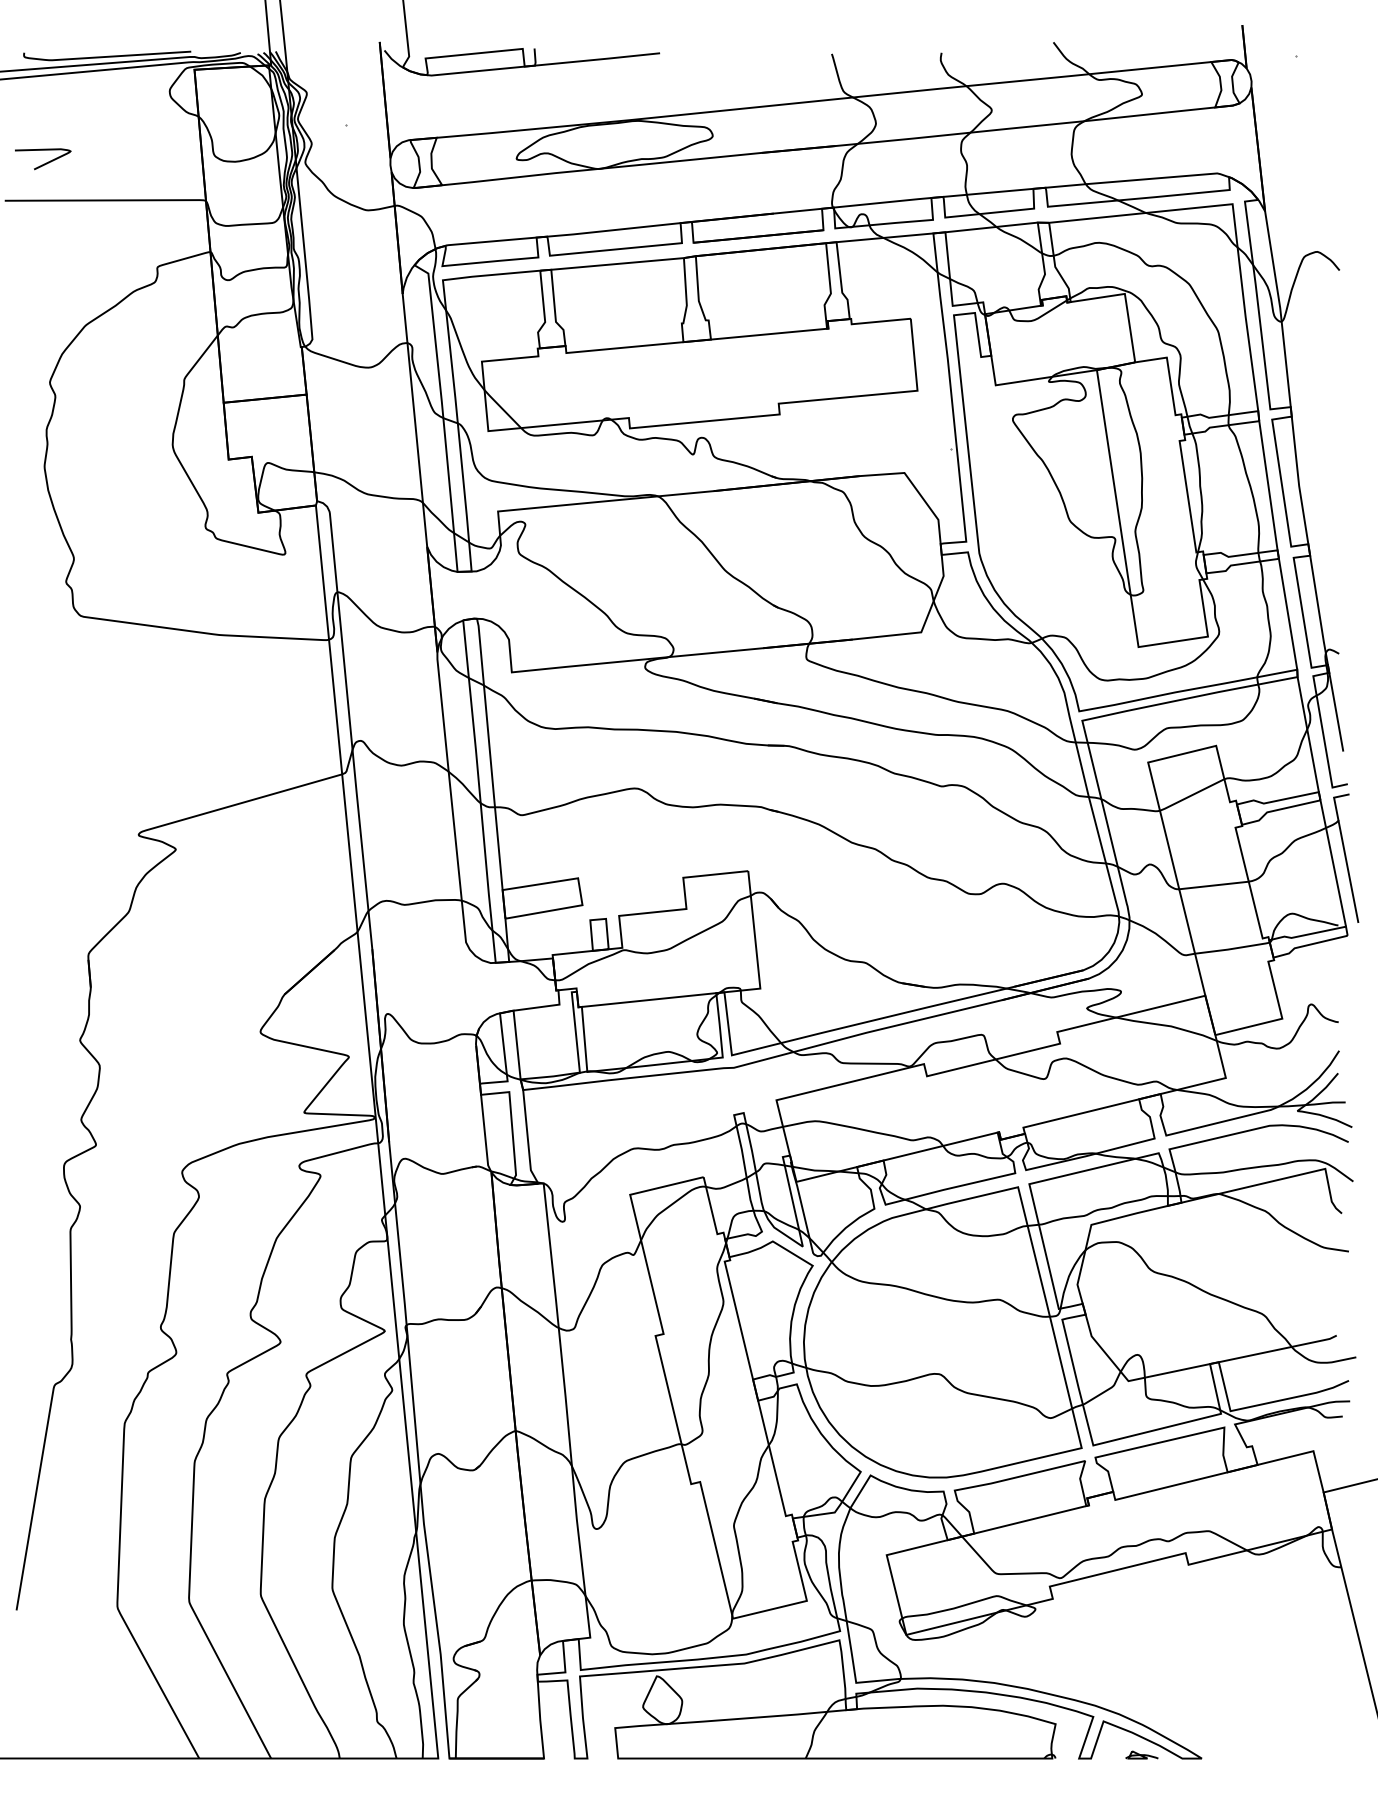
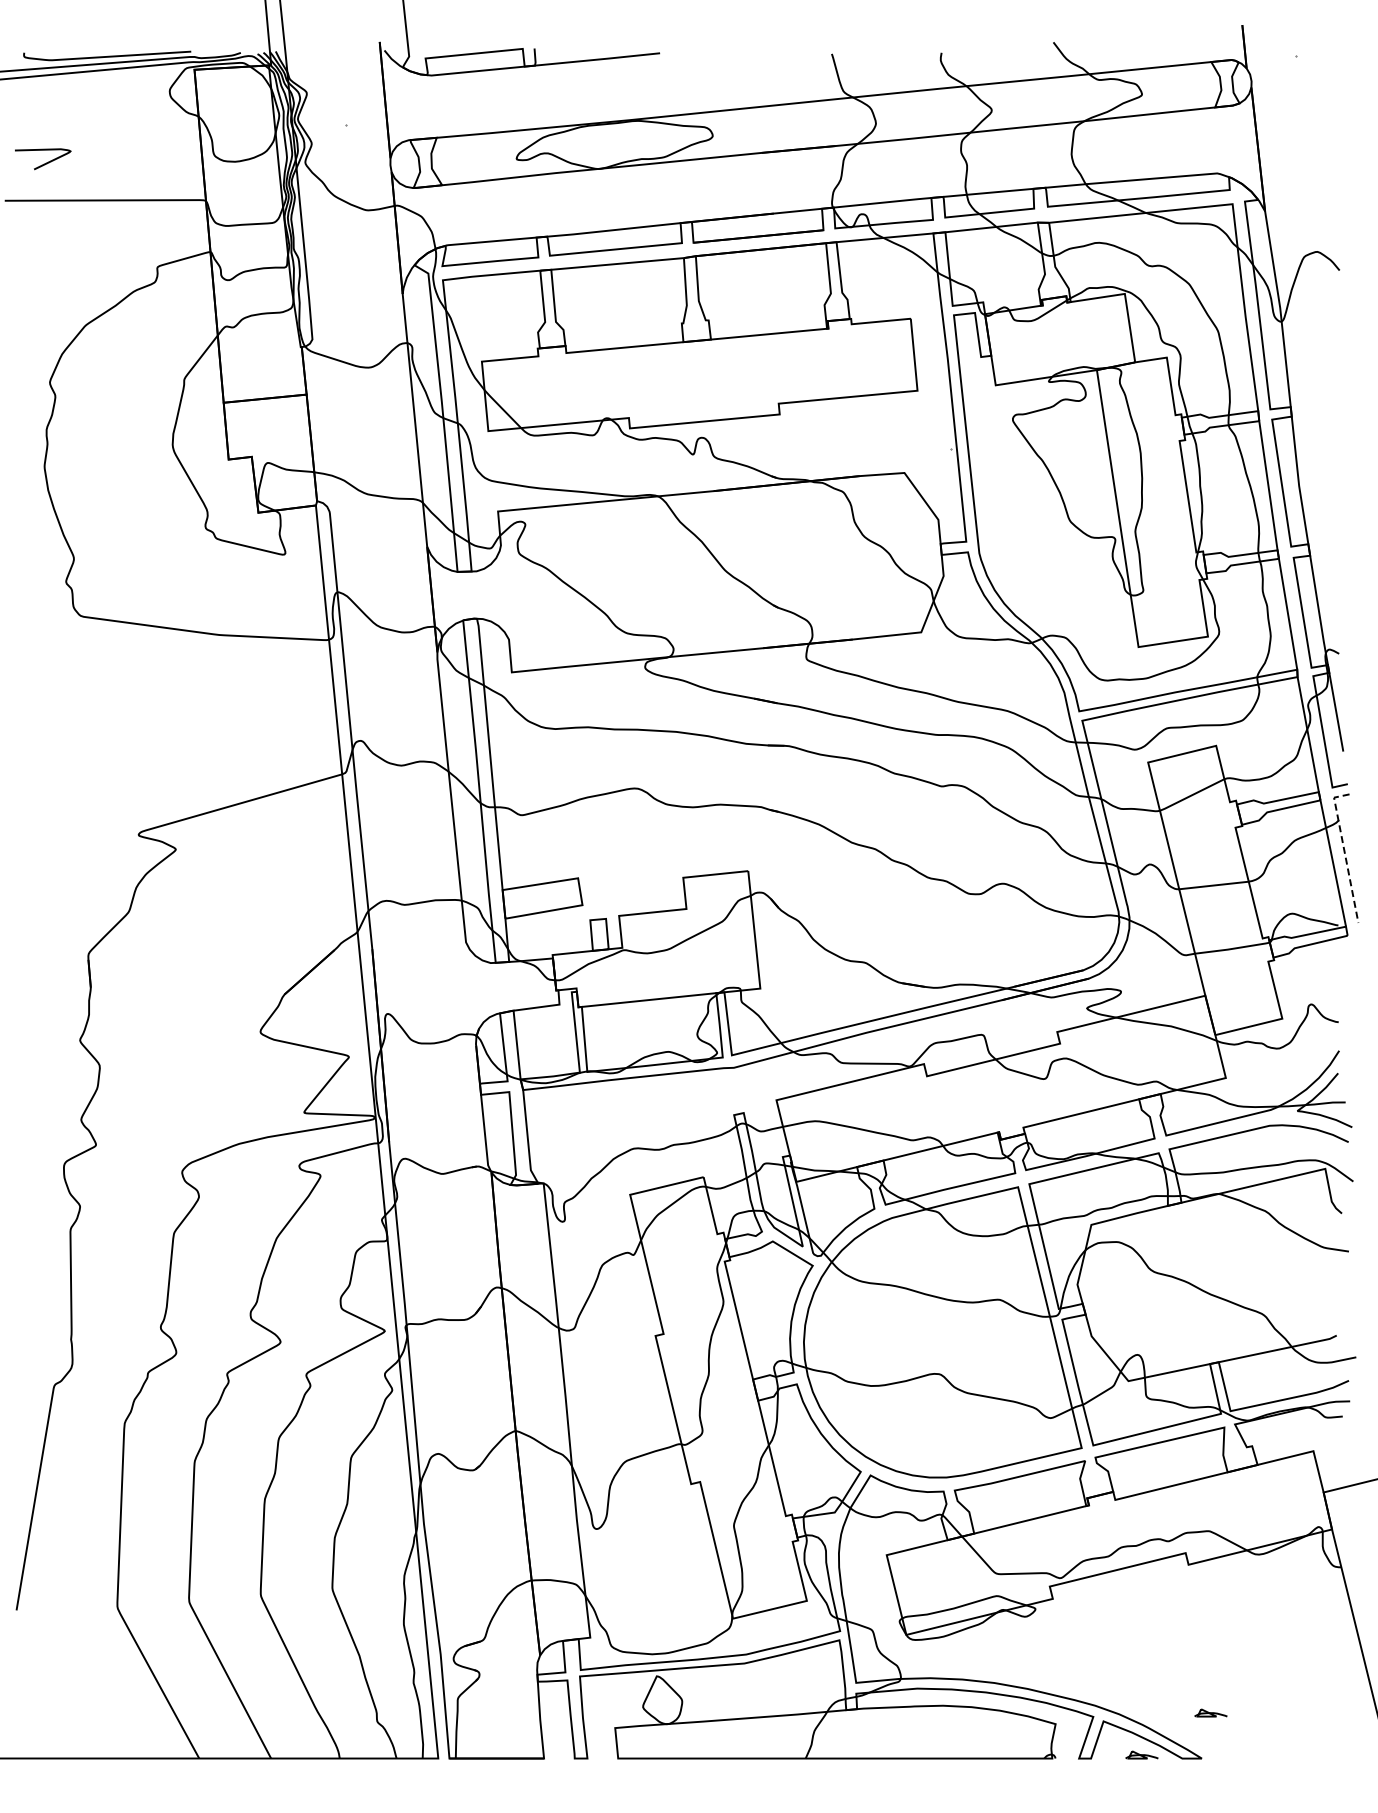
line at (1344, 852): solid -> dashed
part at (1210, 1712): none -> present
